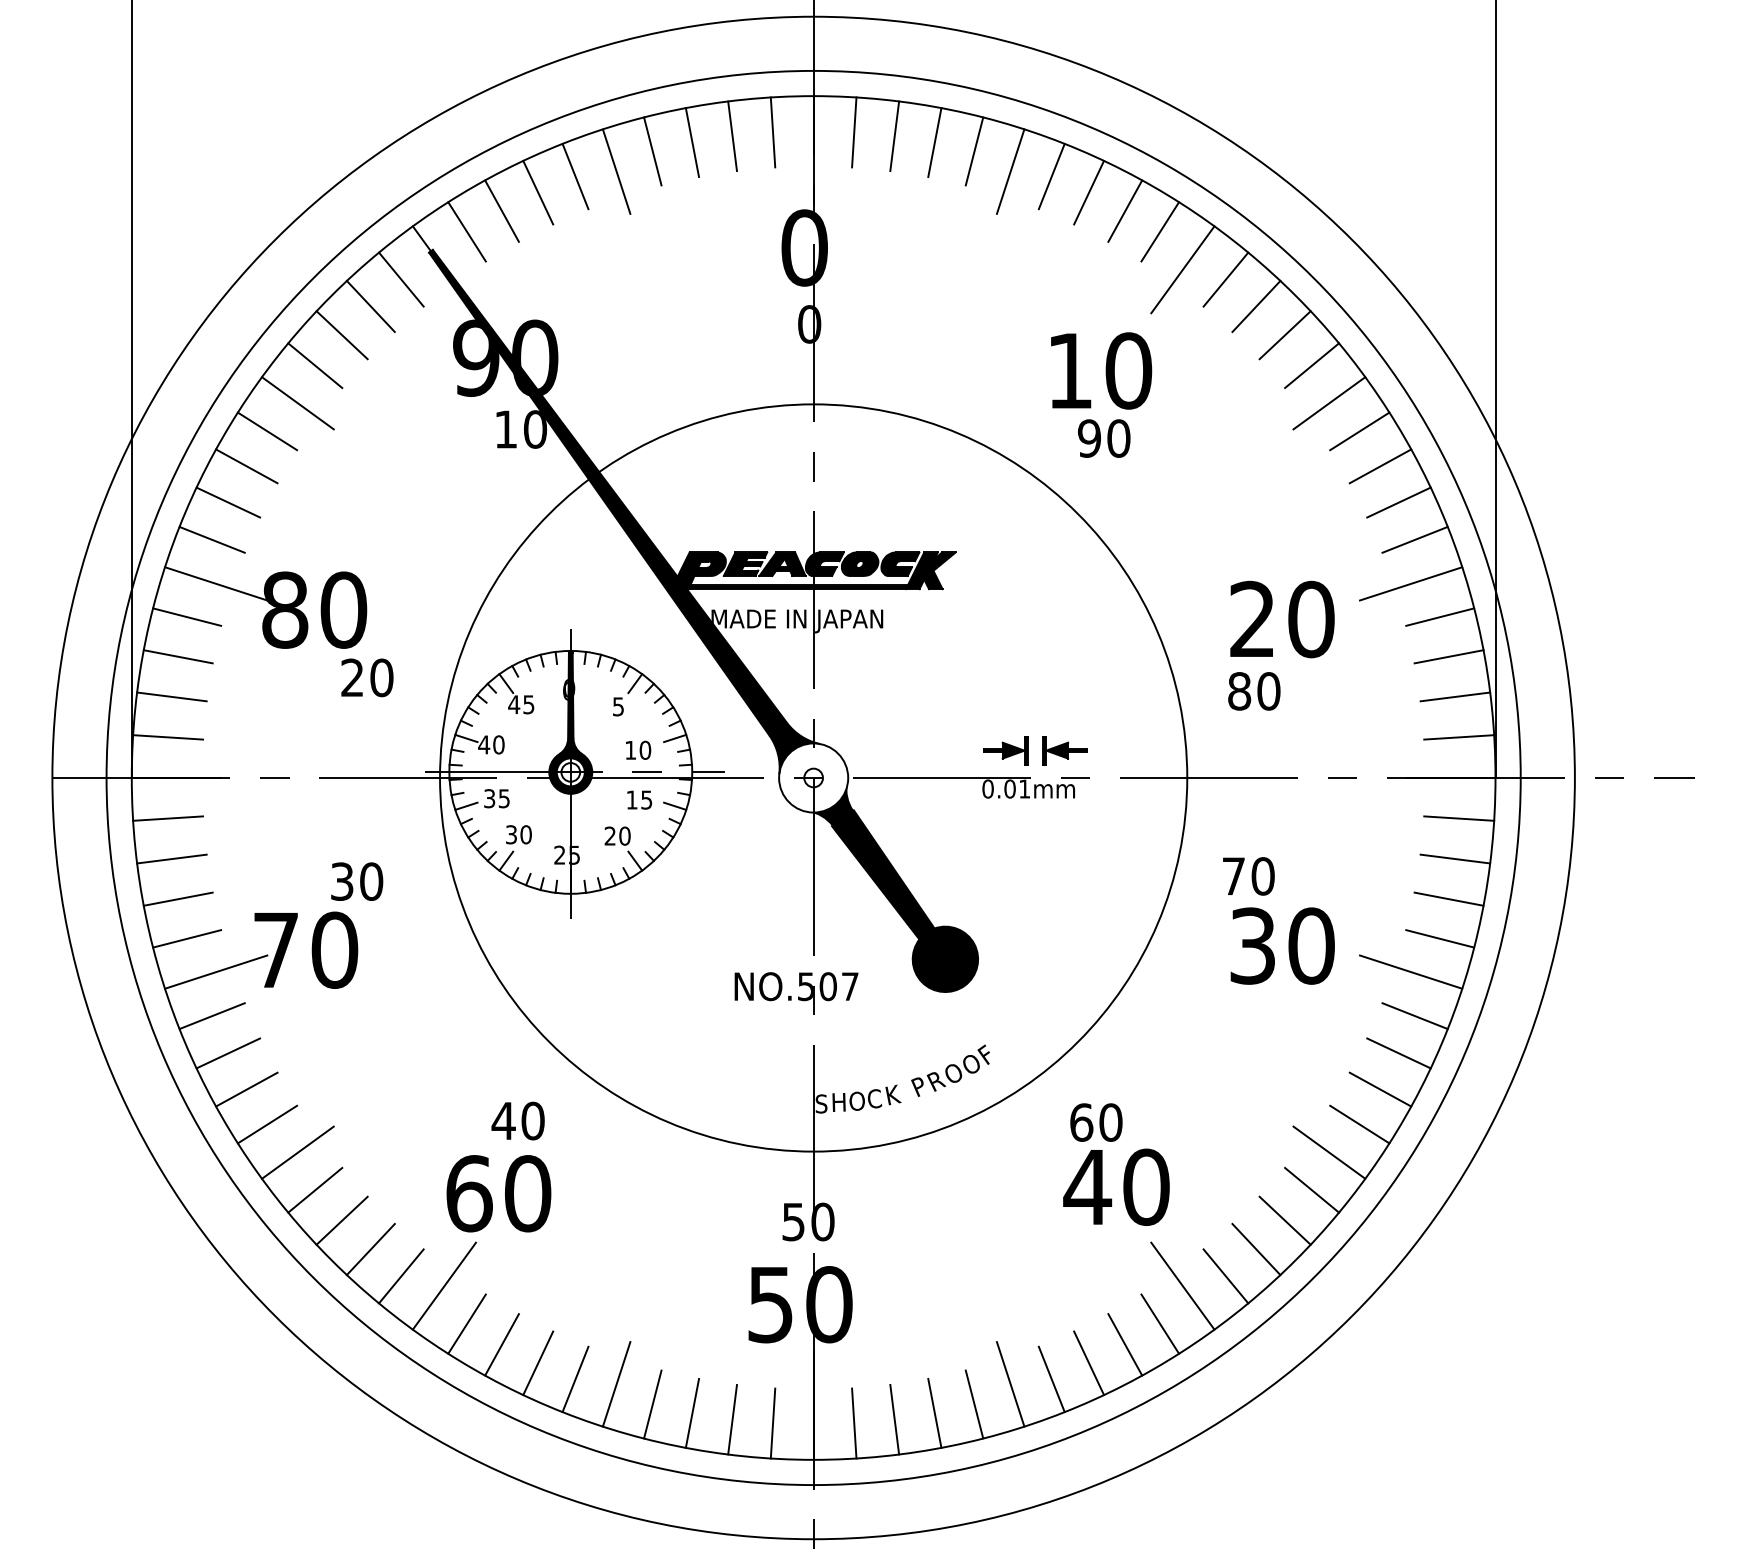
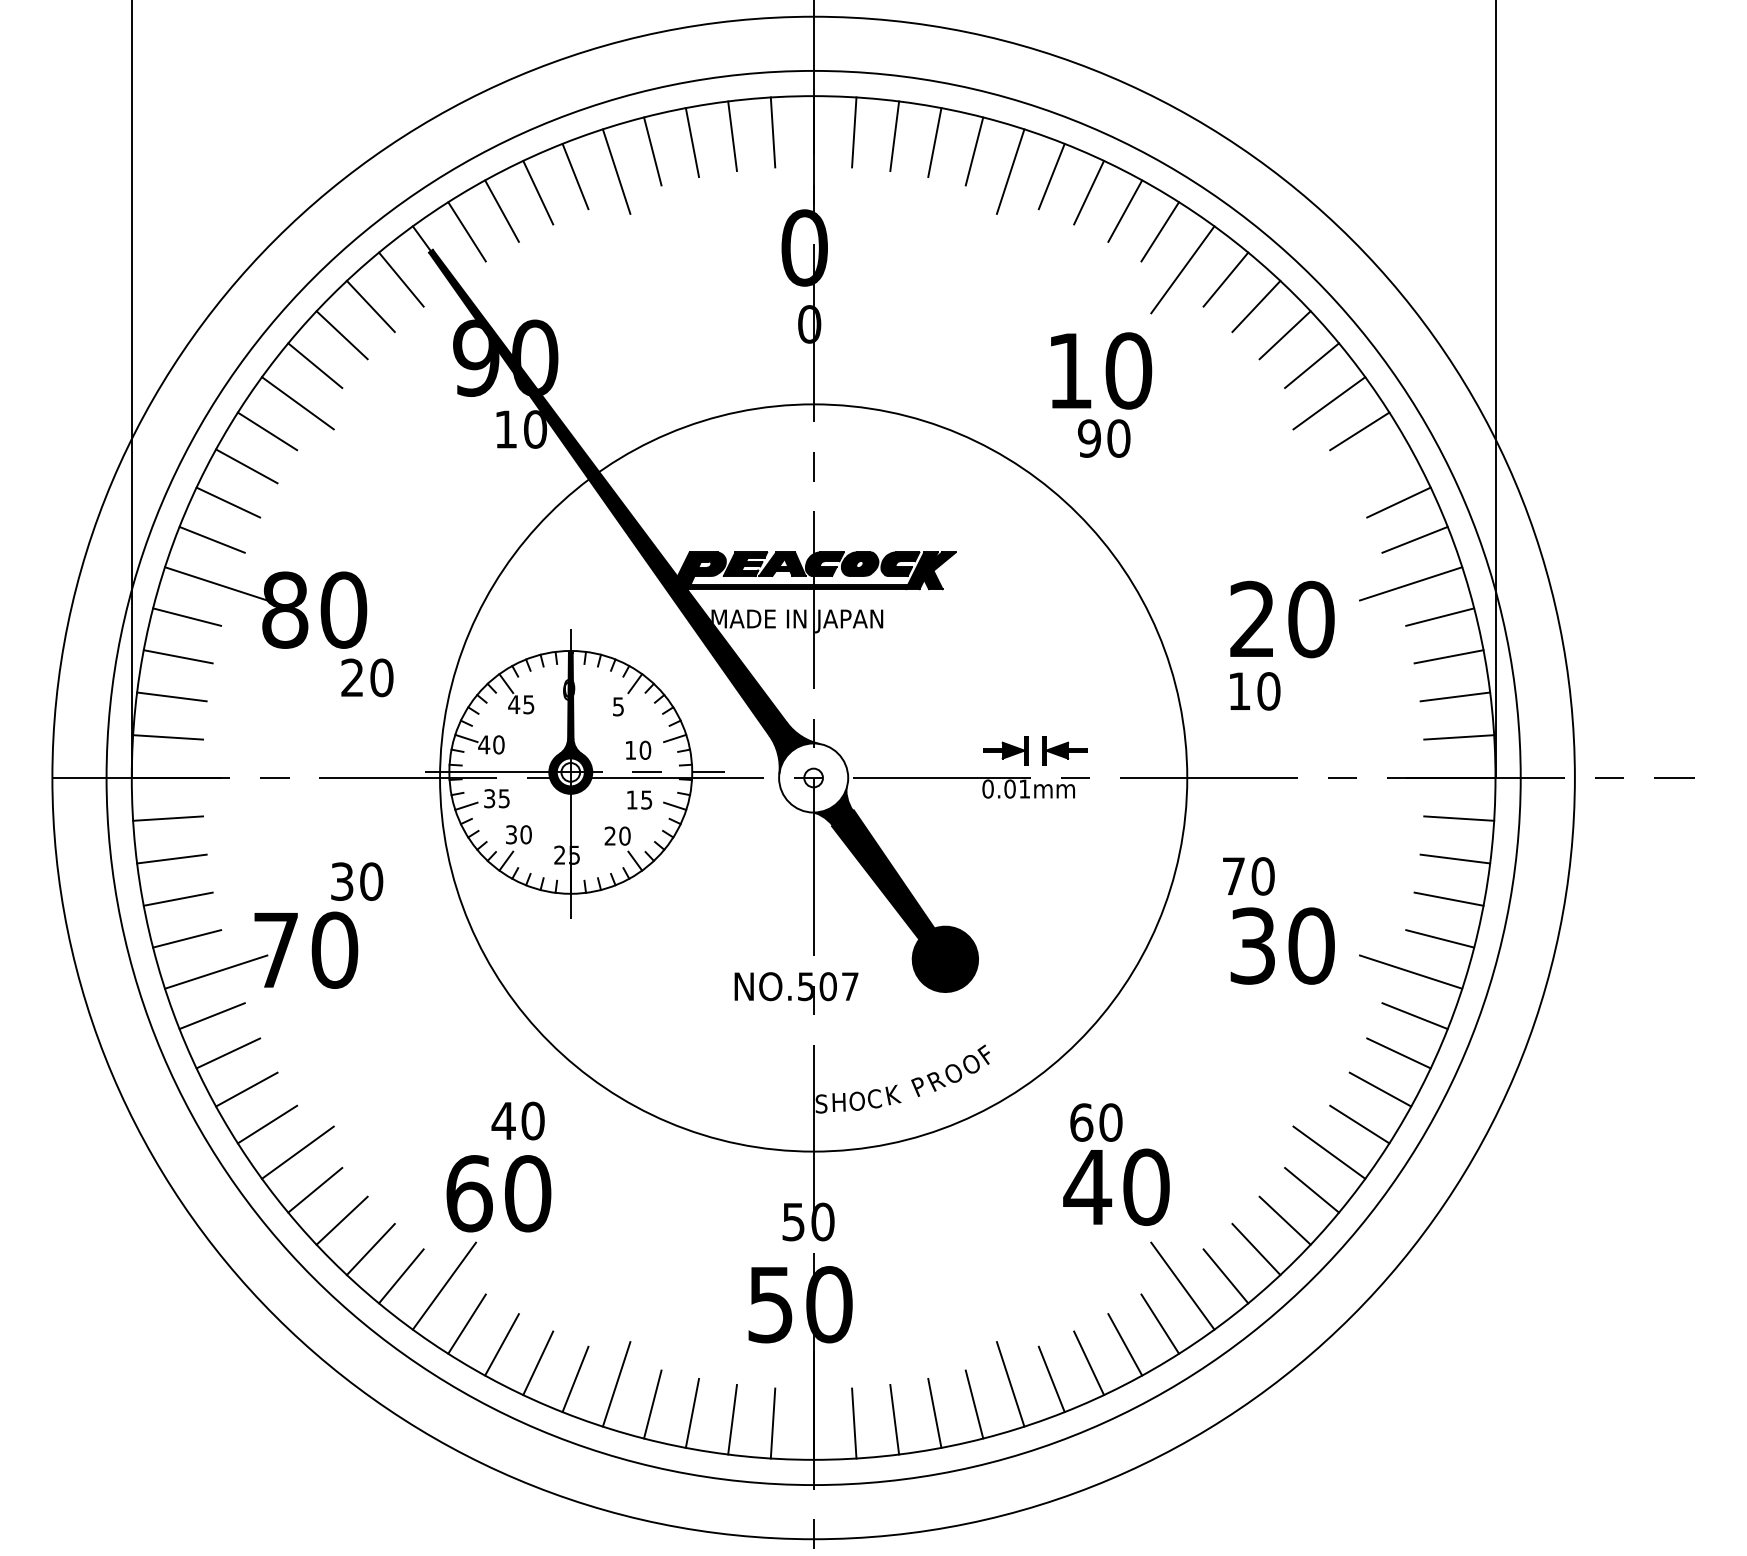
line at (1380, 466): present -> none
text at (1239, 691): 80 -> 10
